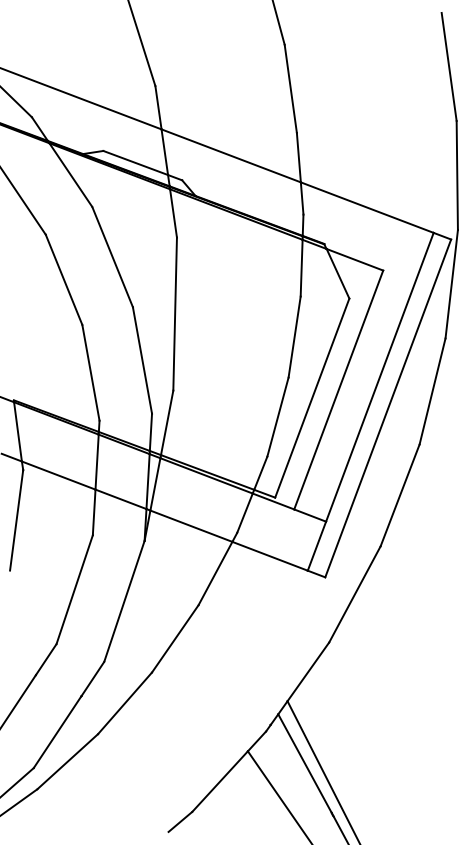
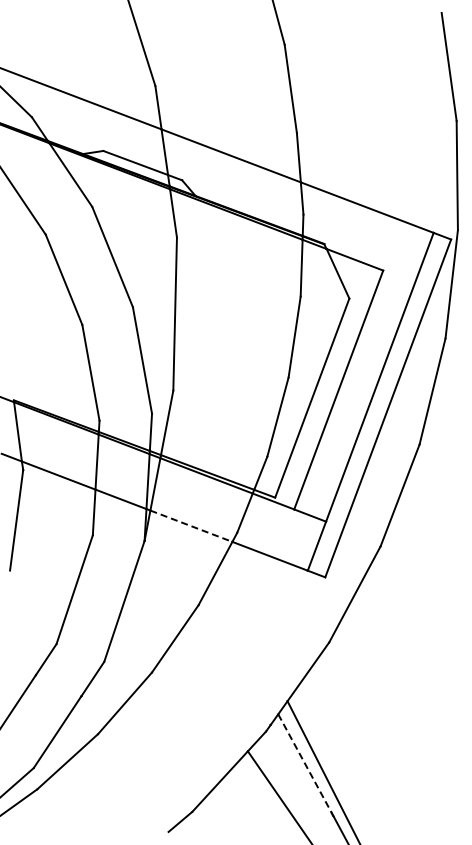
line at (191, 526): solid -> dashed
line at (305, 764): solid -> dashed
